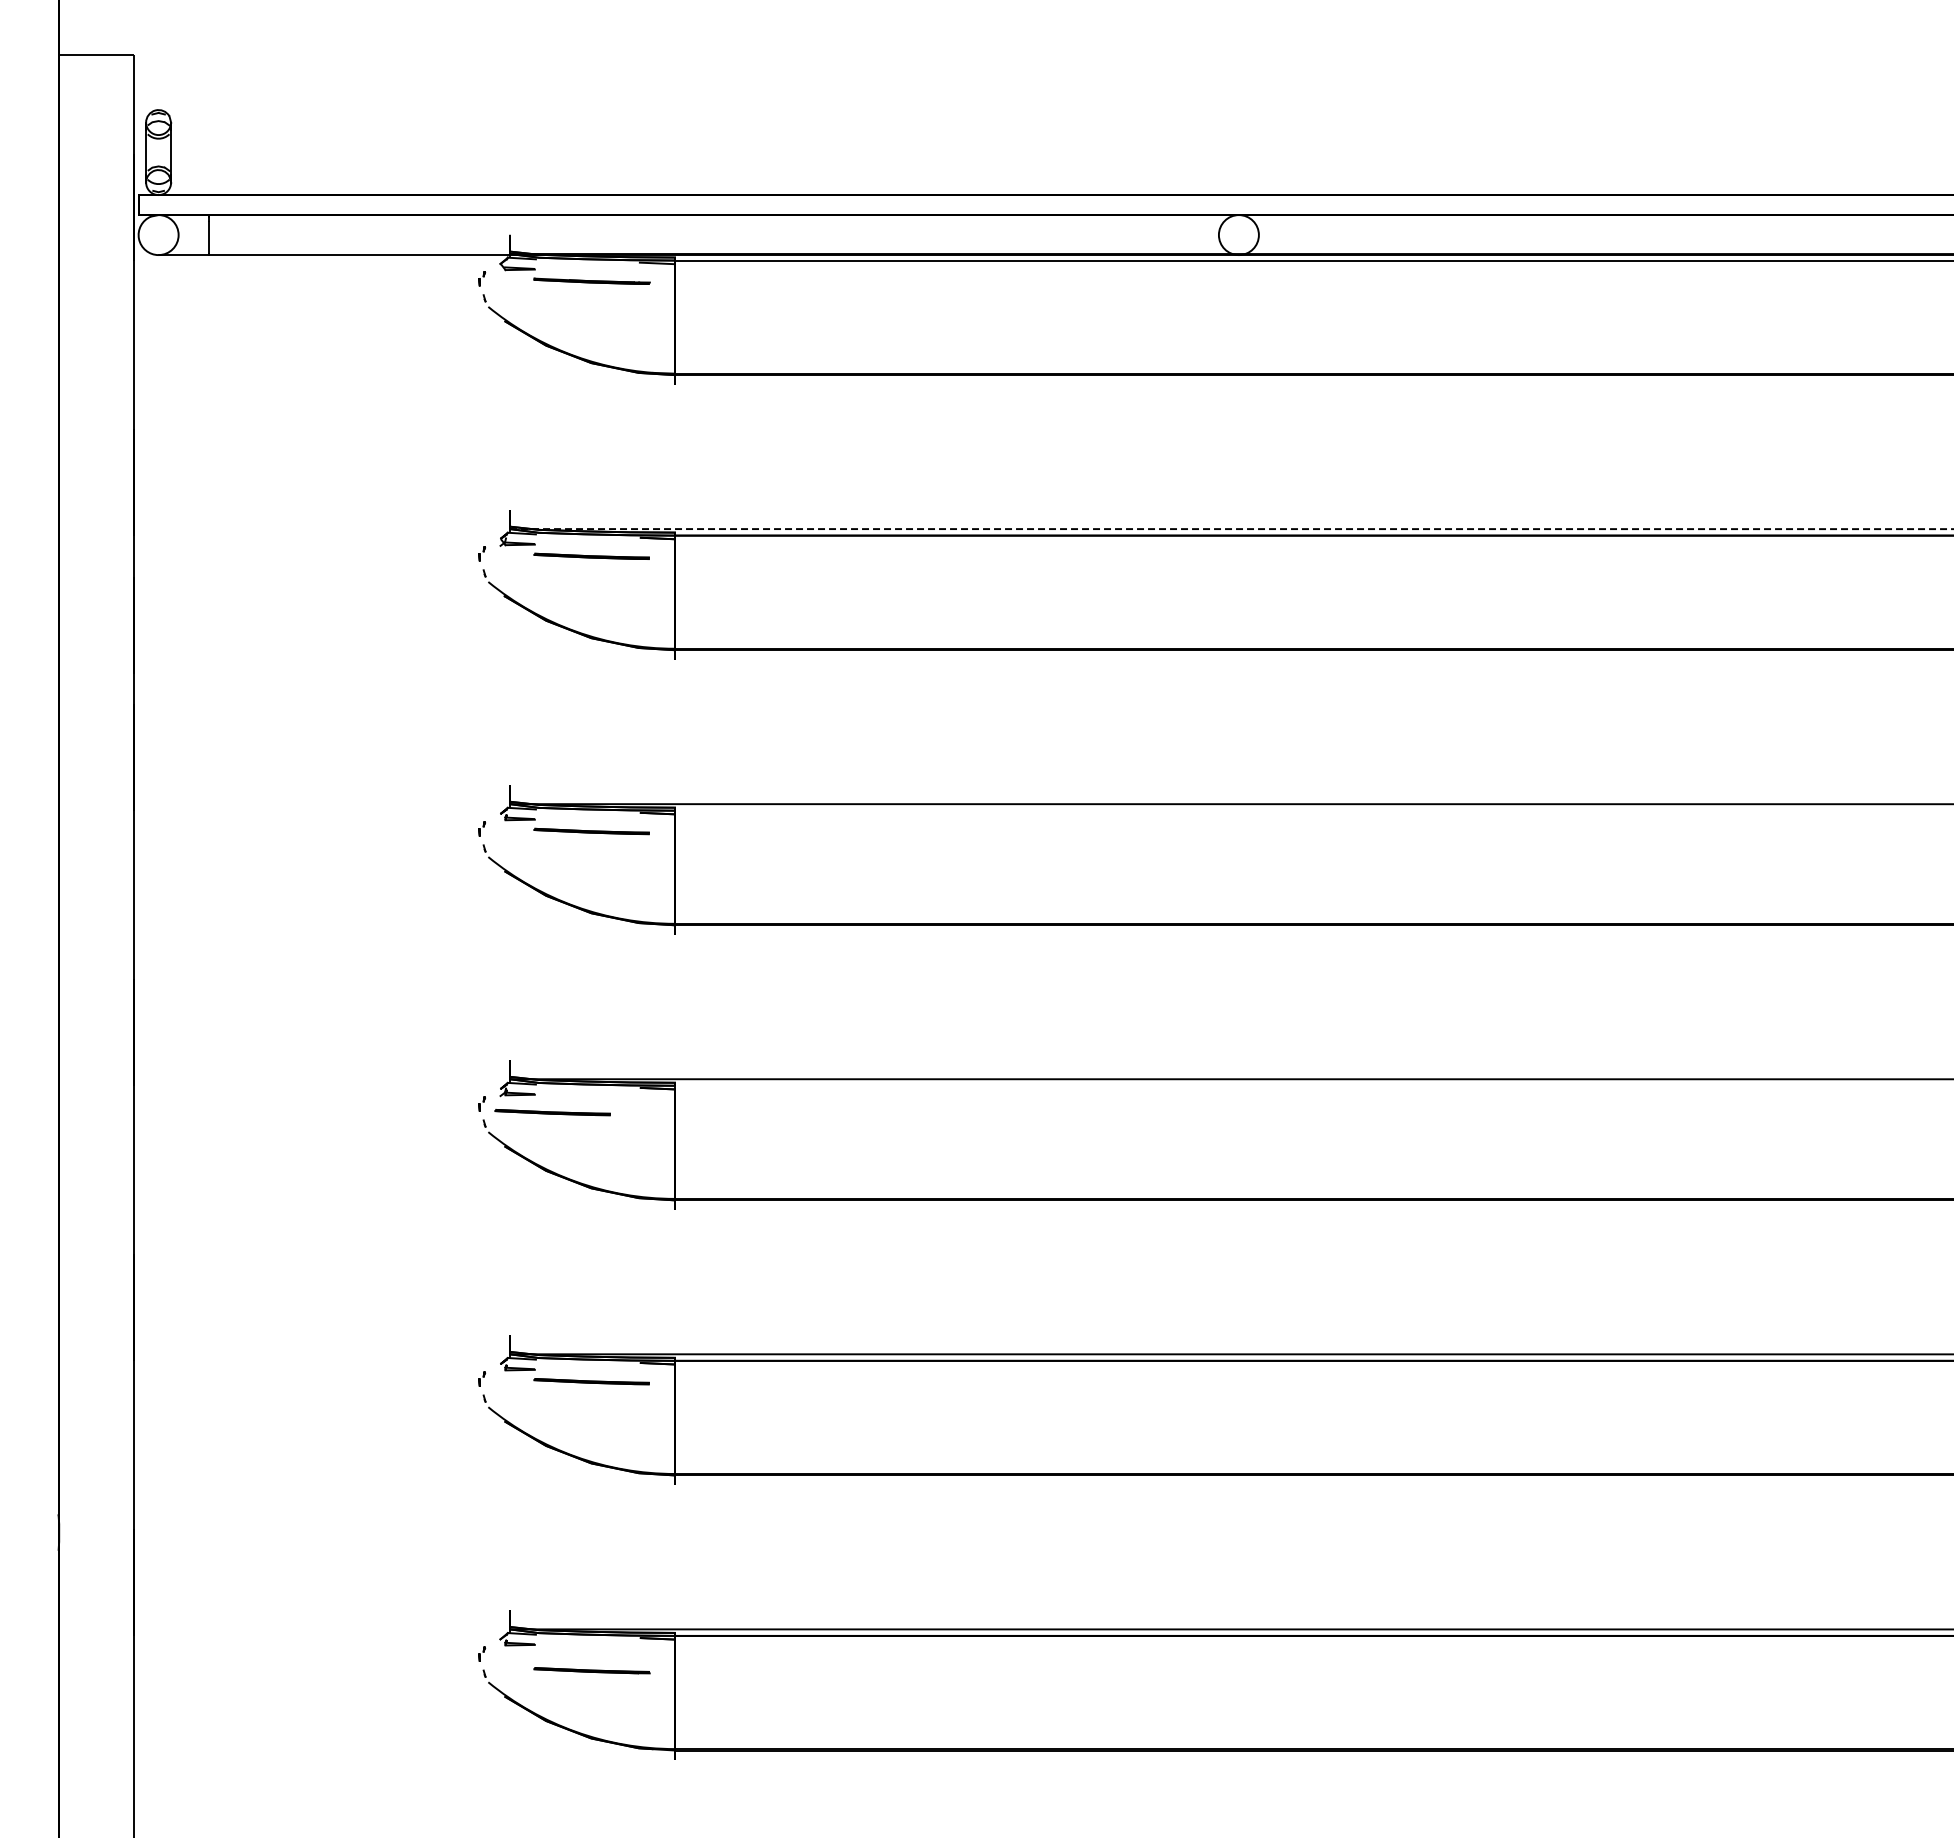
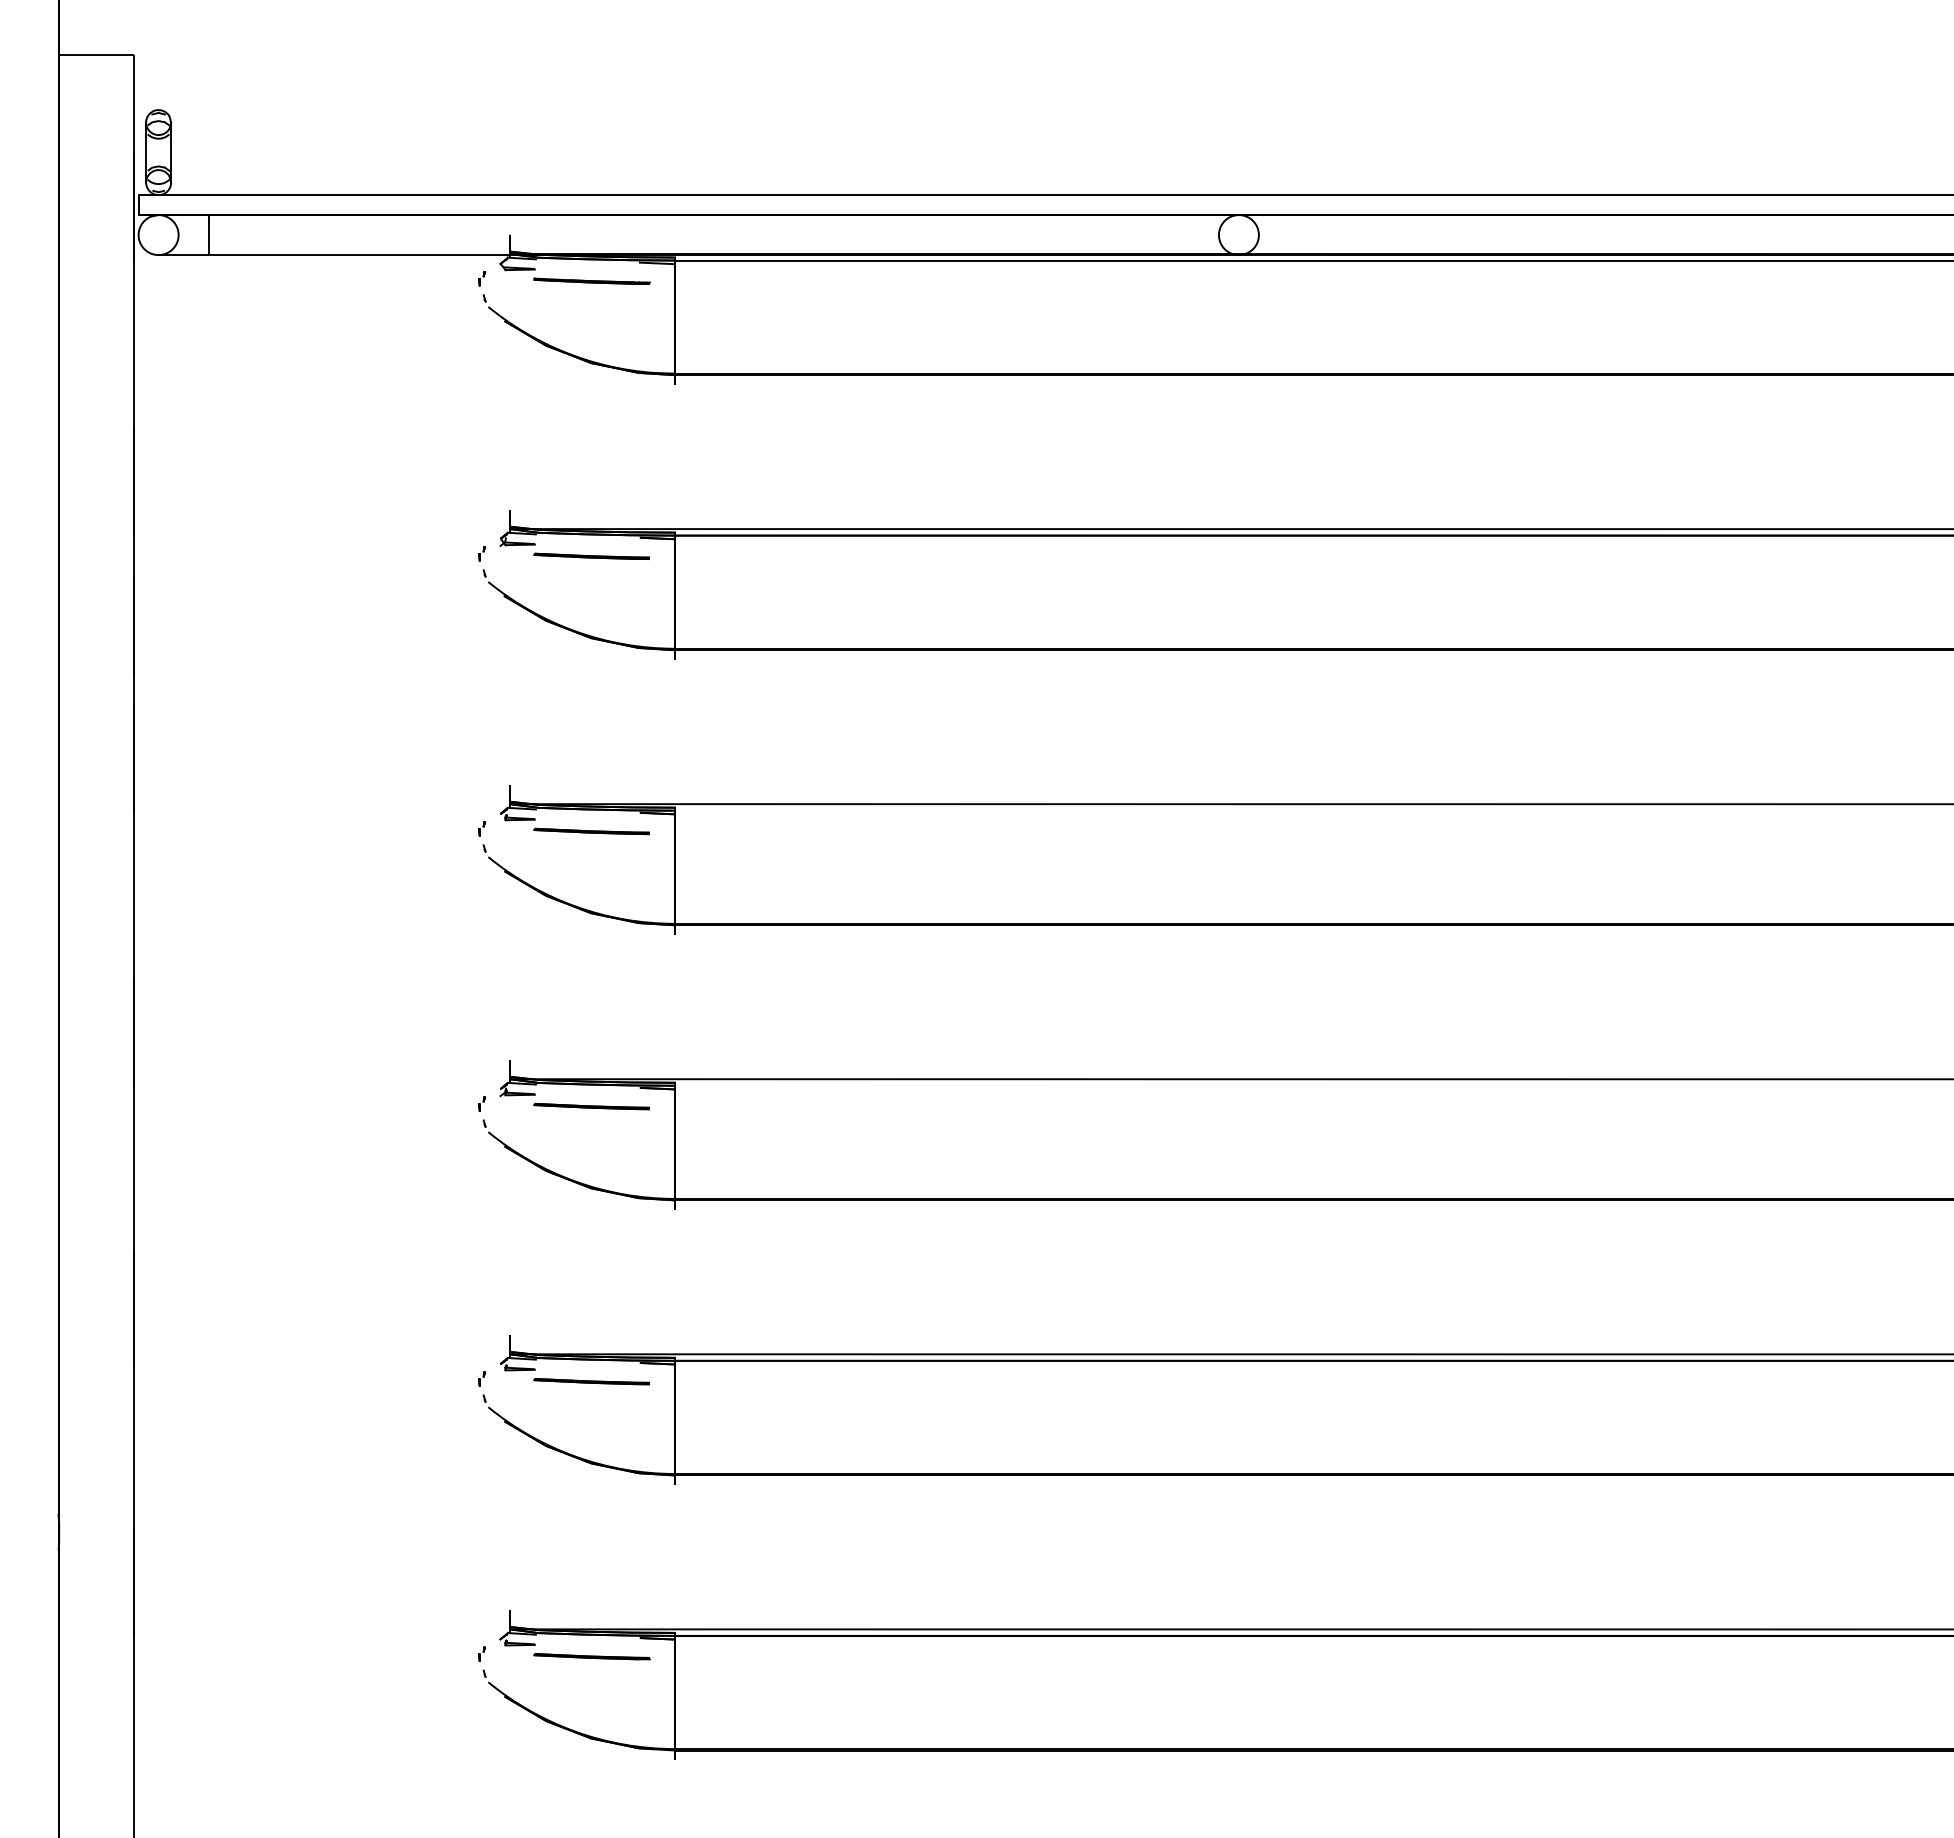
line at (1231, 529): dashed -> solid
part at (552, 1112) position: (552, 1112) -> (591, 1106)
part at (591, 1670) position: (591, 1670) -> (591, 1656)
